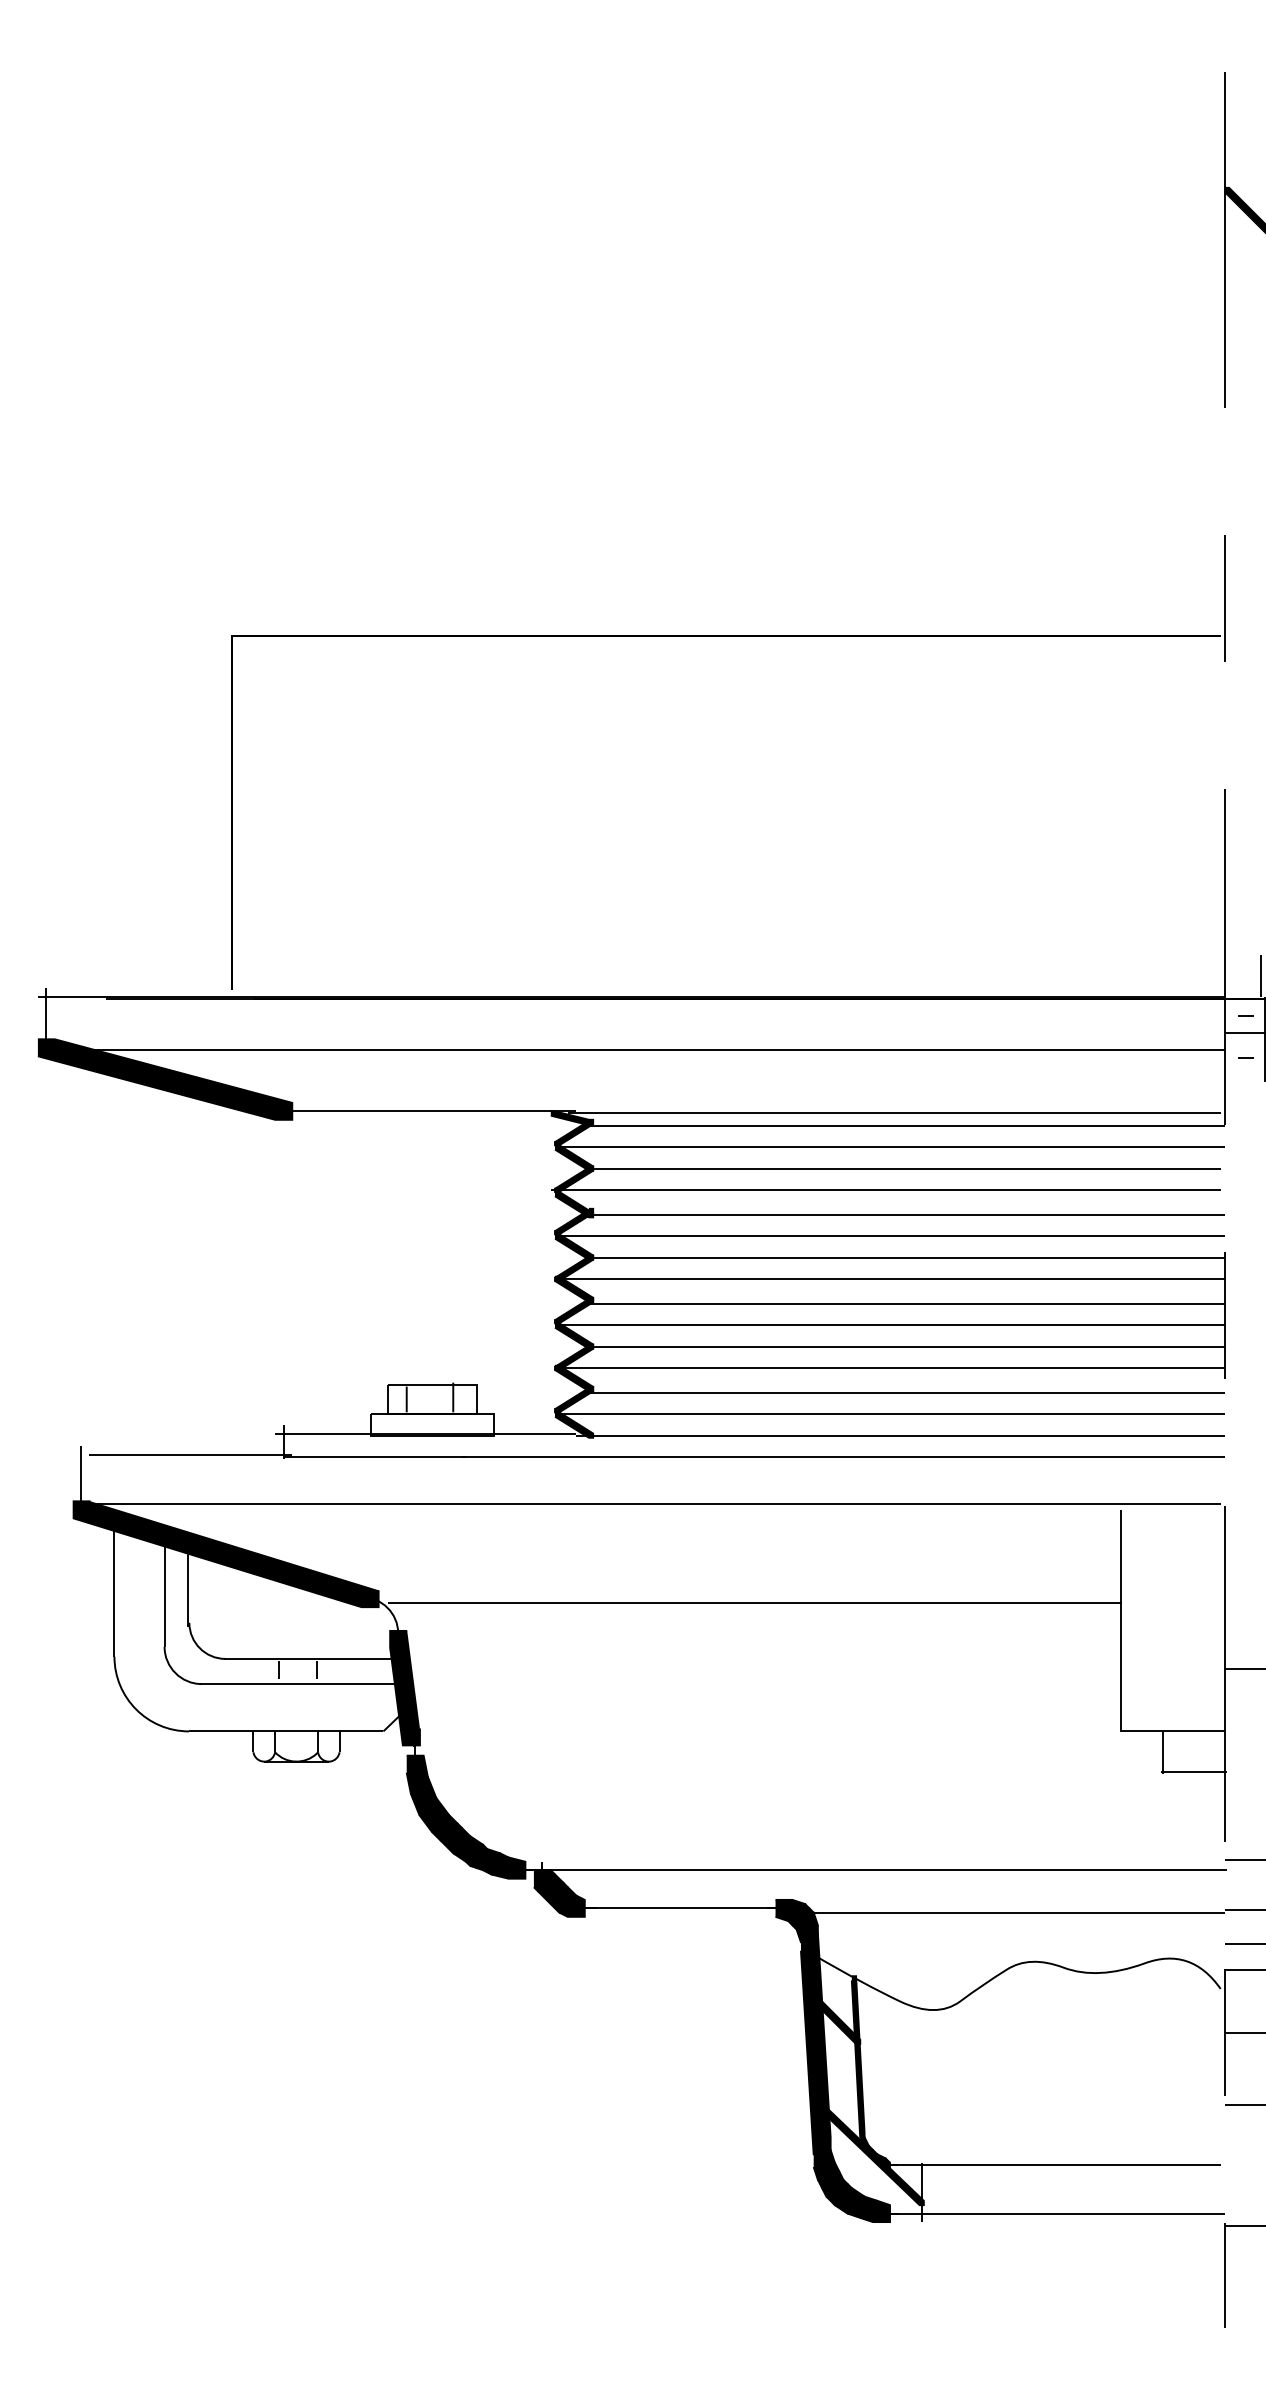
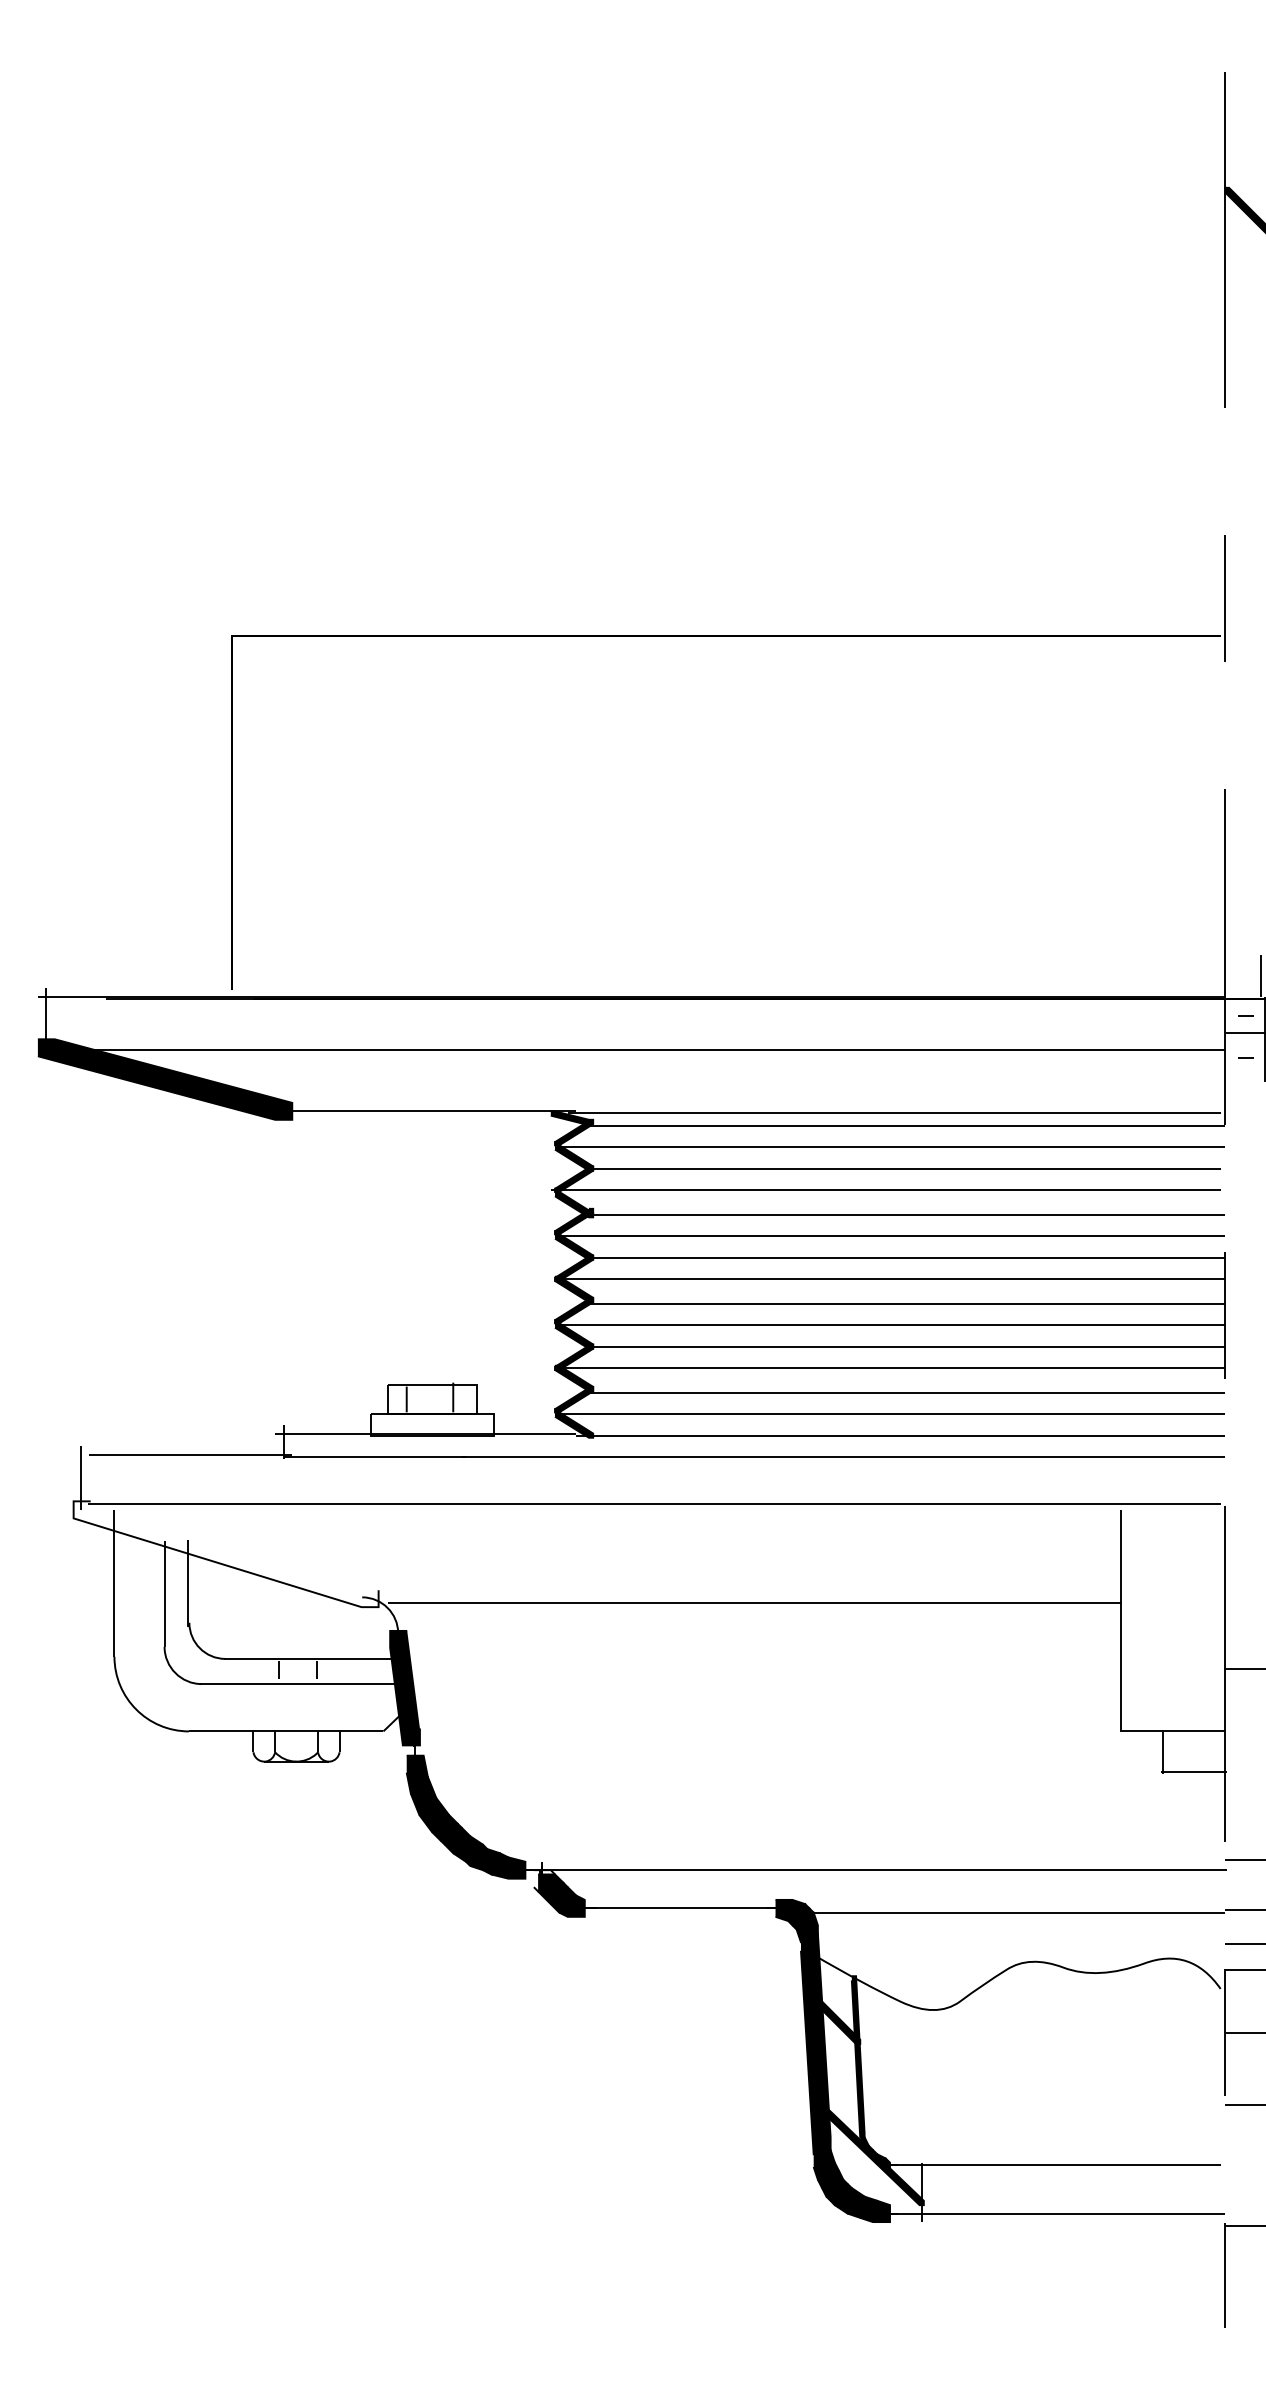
fill at (225, 1554): present -> none
fill at (544, 1880): present -> none
